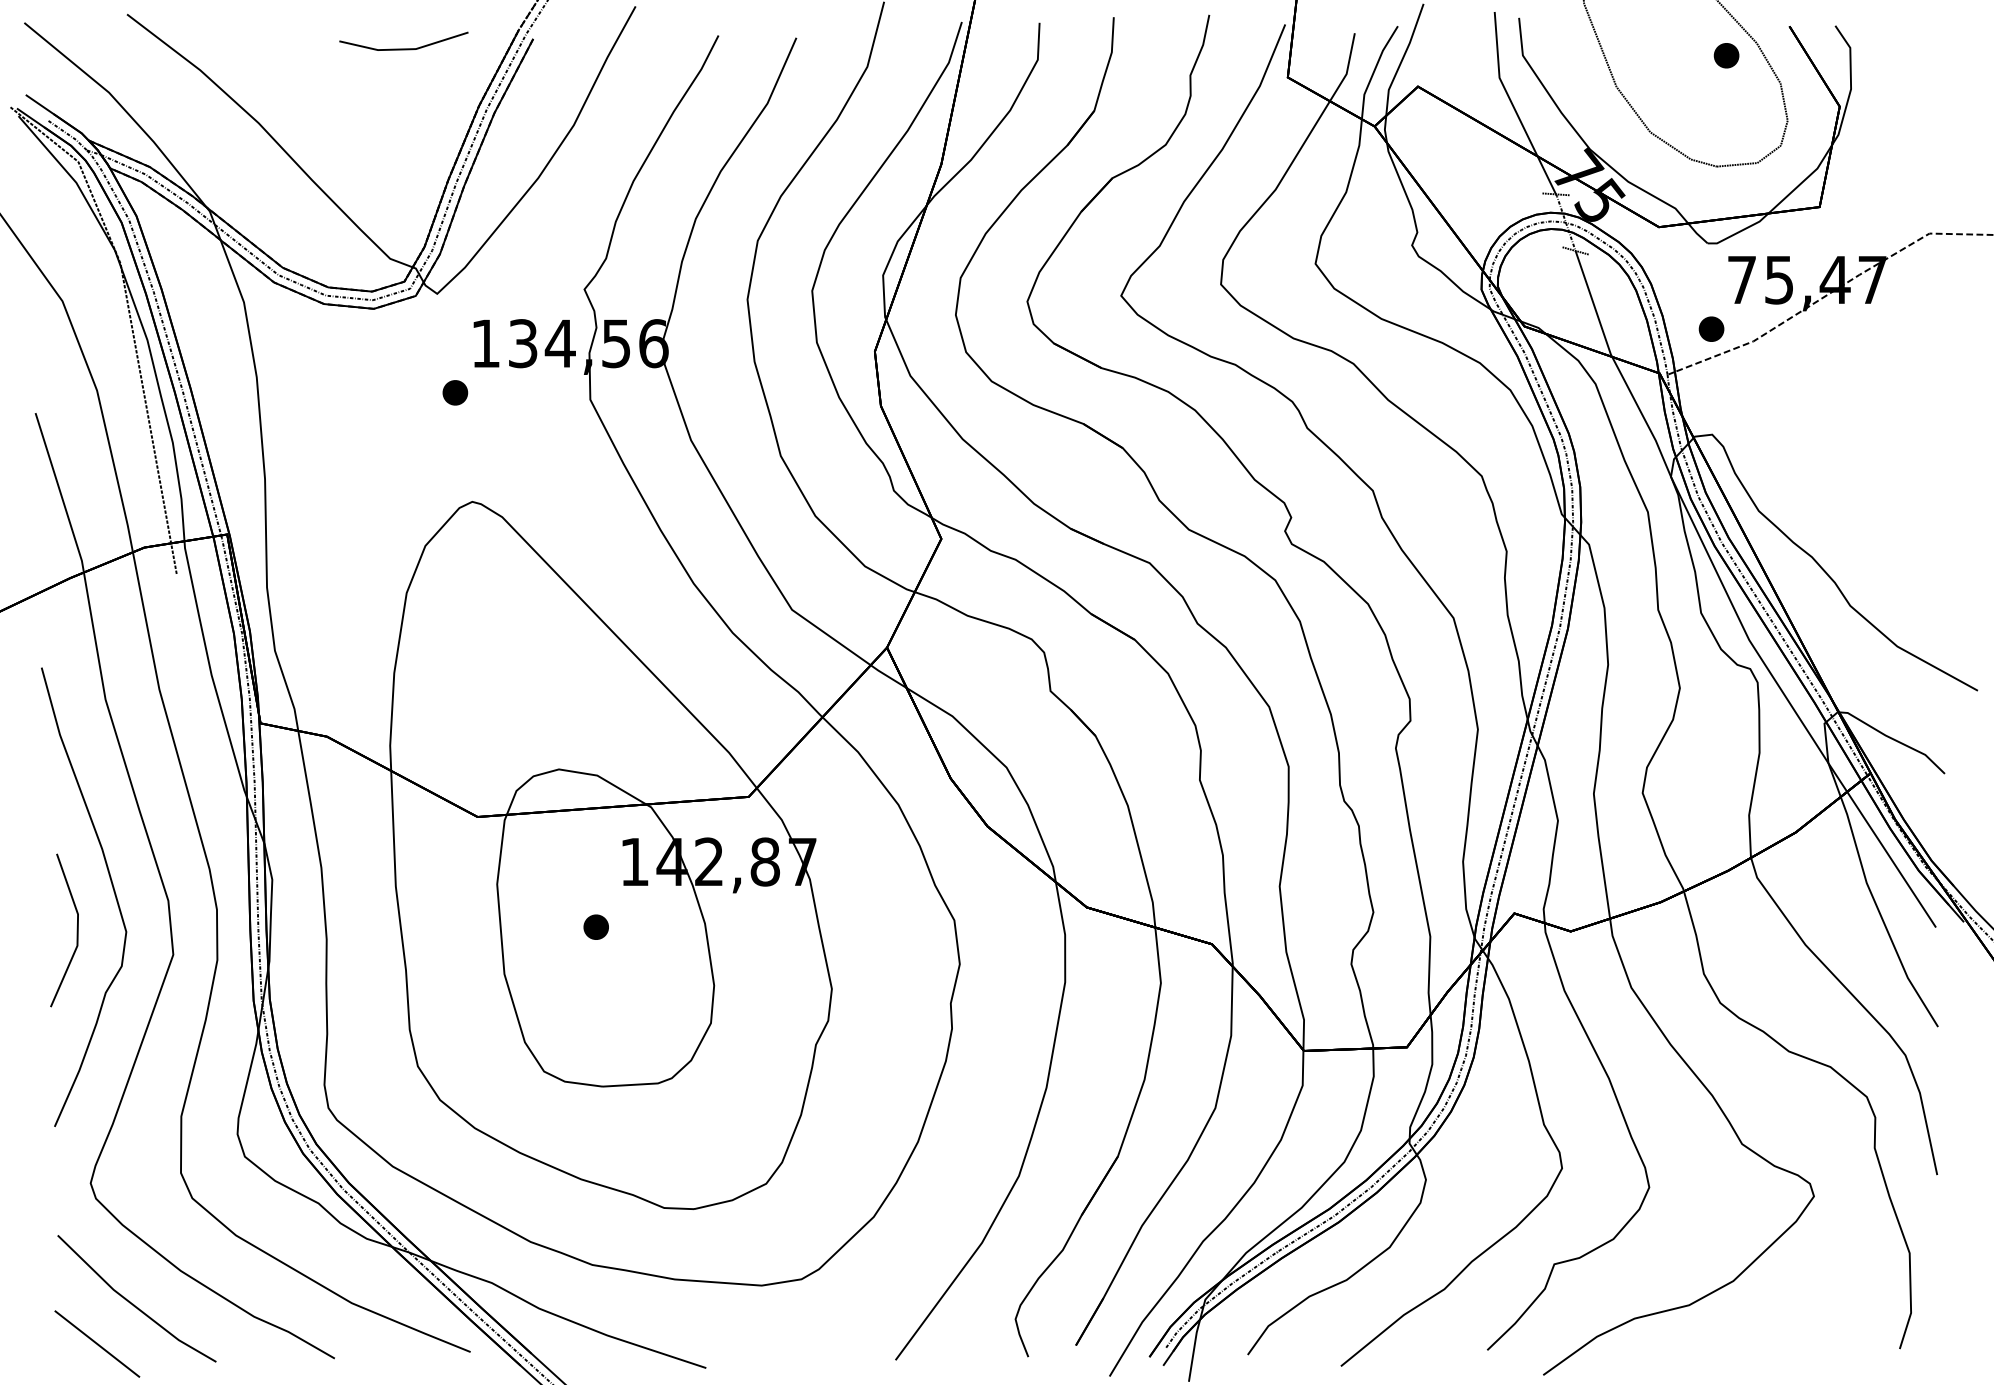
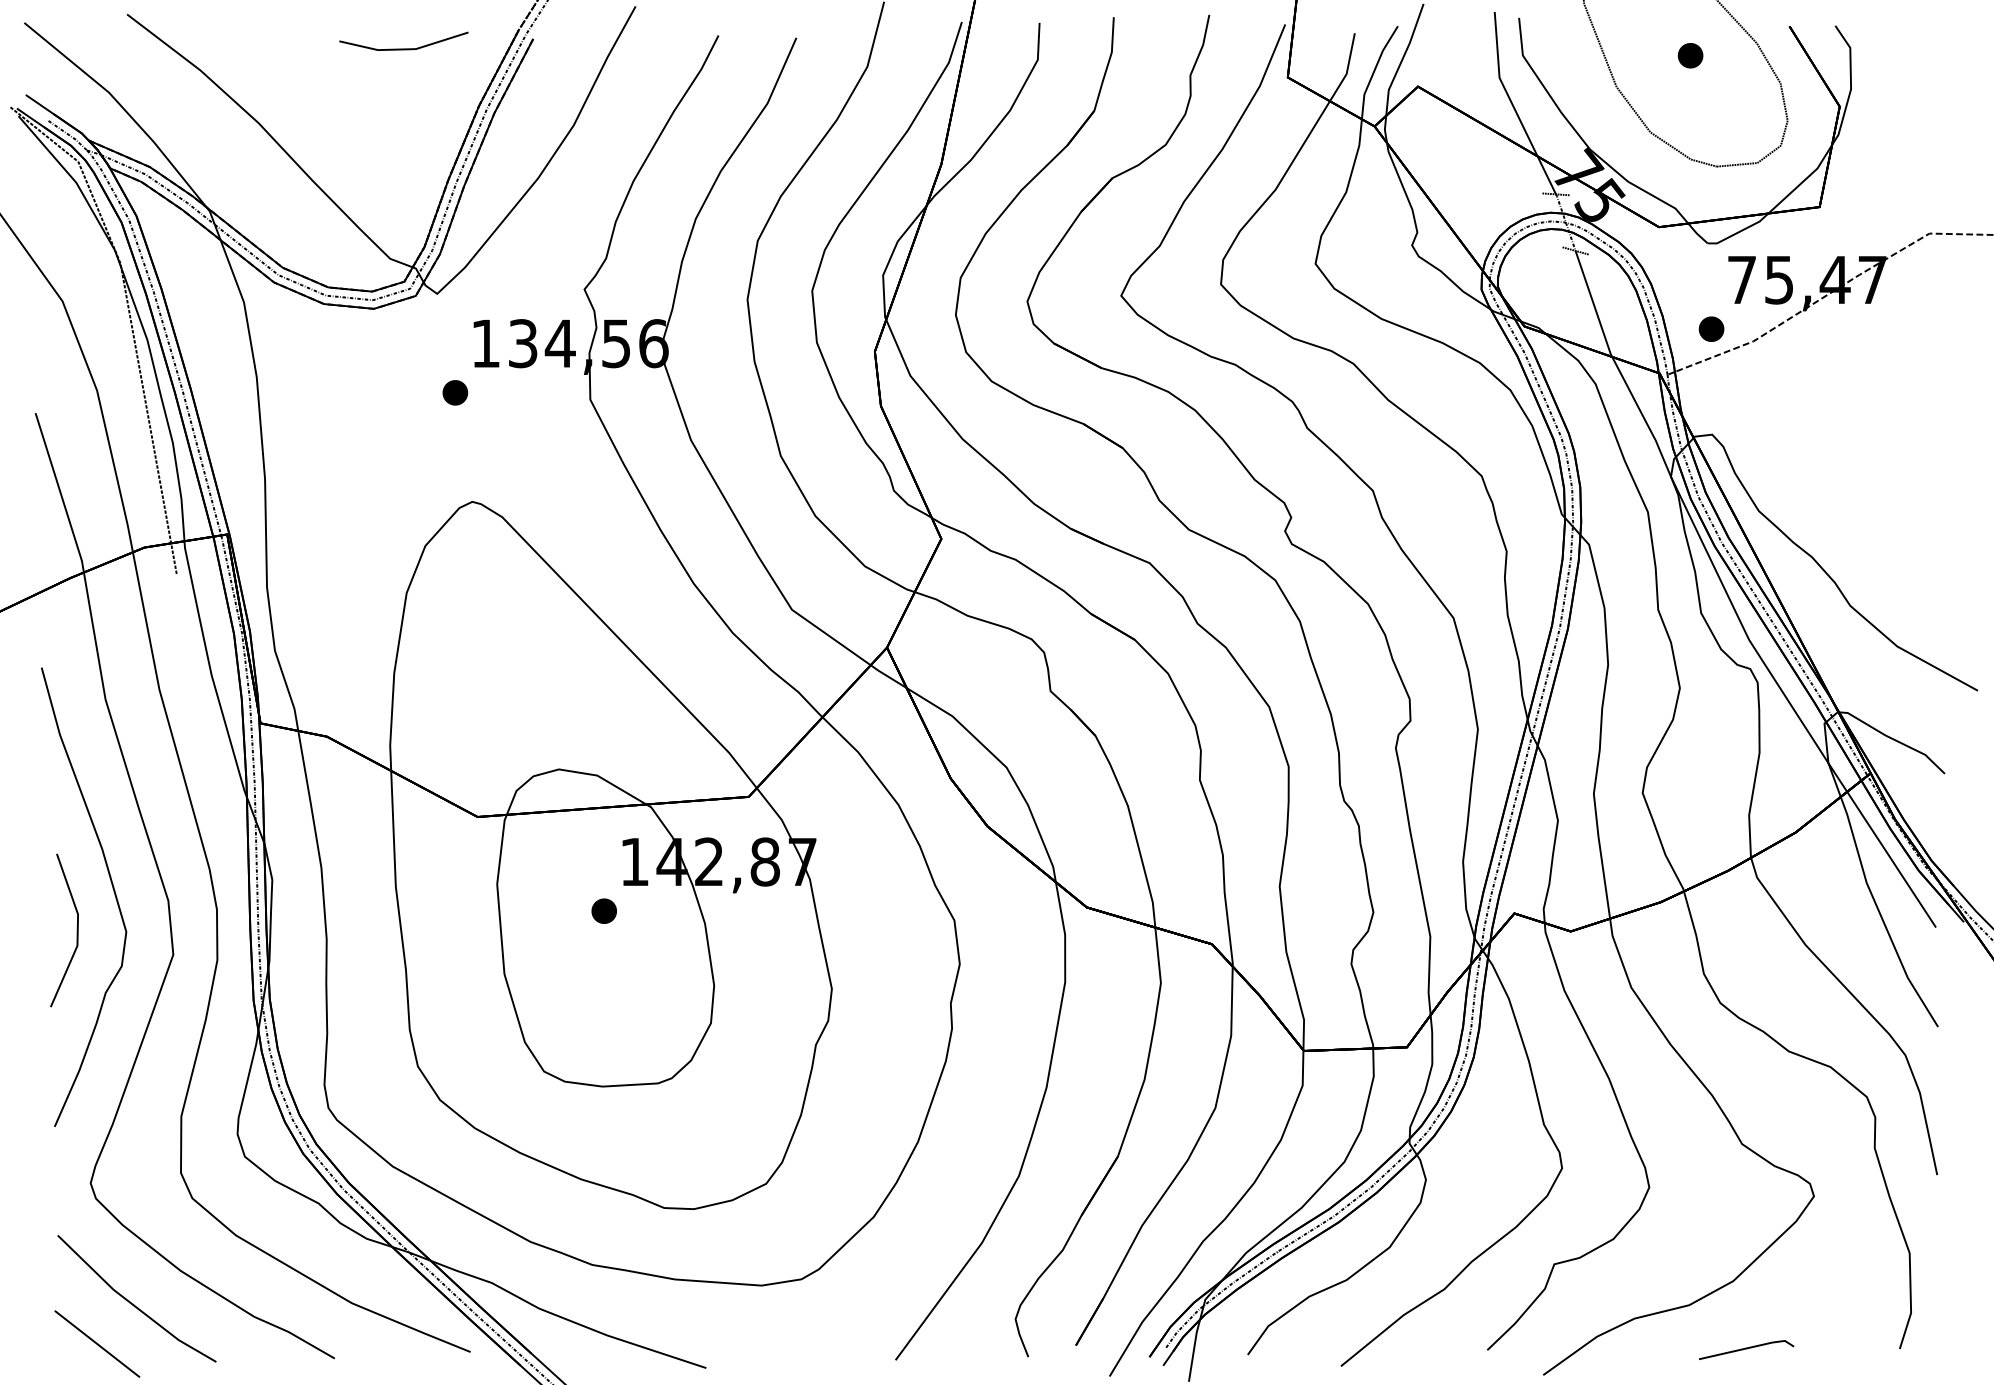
part at (1726, 55) position: (1726, 55) -> (1690, 55)
part at (595, 926) position: (595, 926) -> (603, 910)
line at (1746, 1349): none -> present
